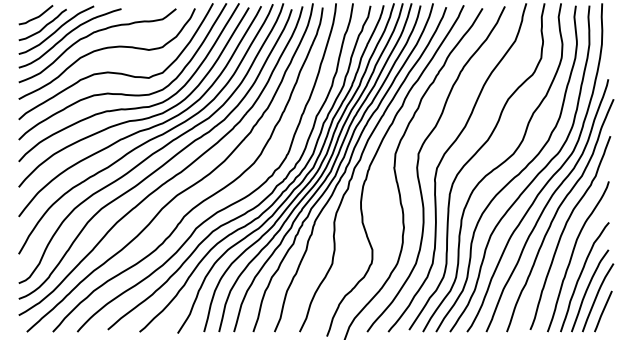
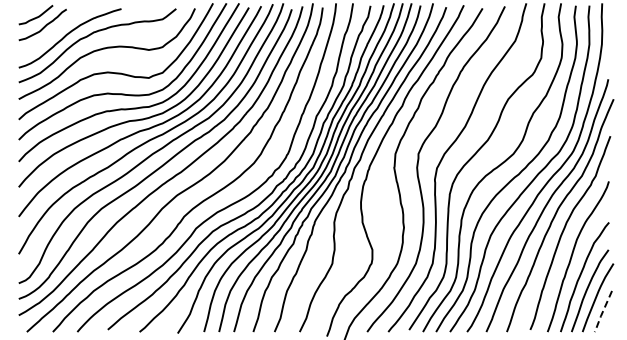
curve at (56, 29): present -> none
line at (602, 312): solid -> dashed
